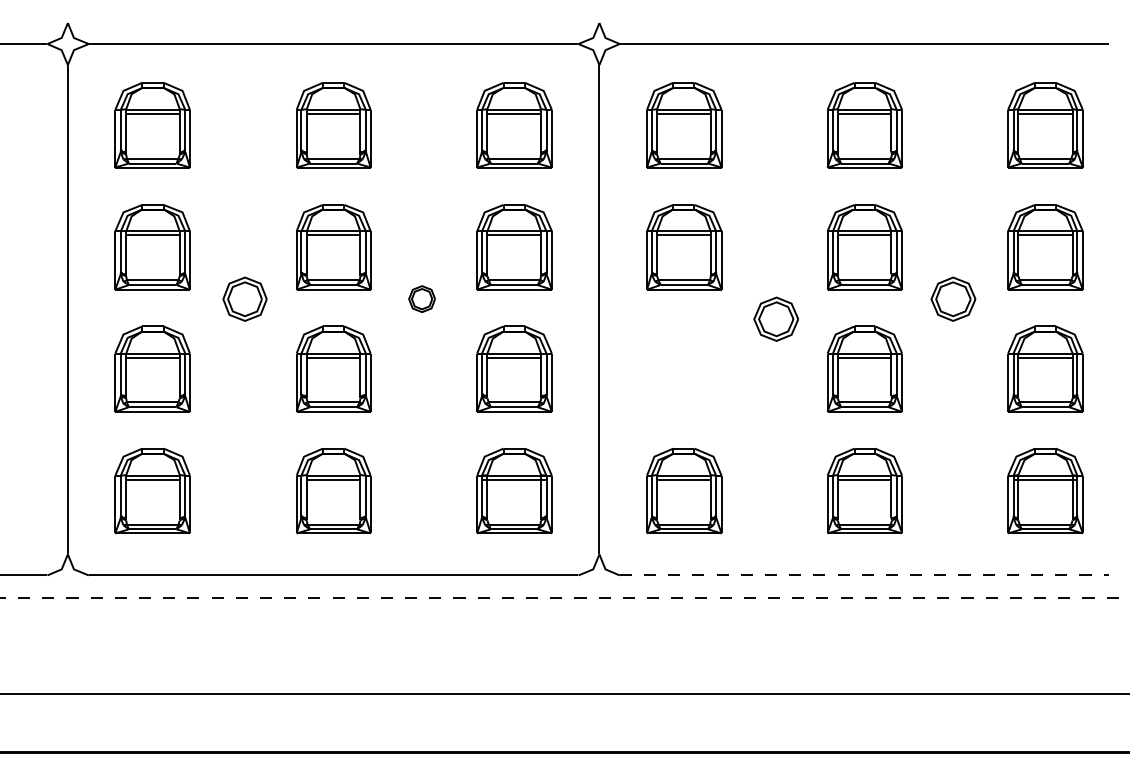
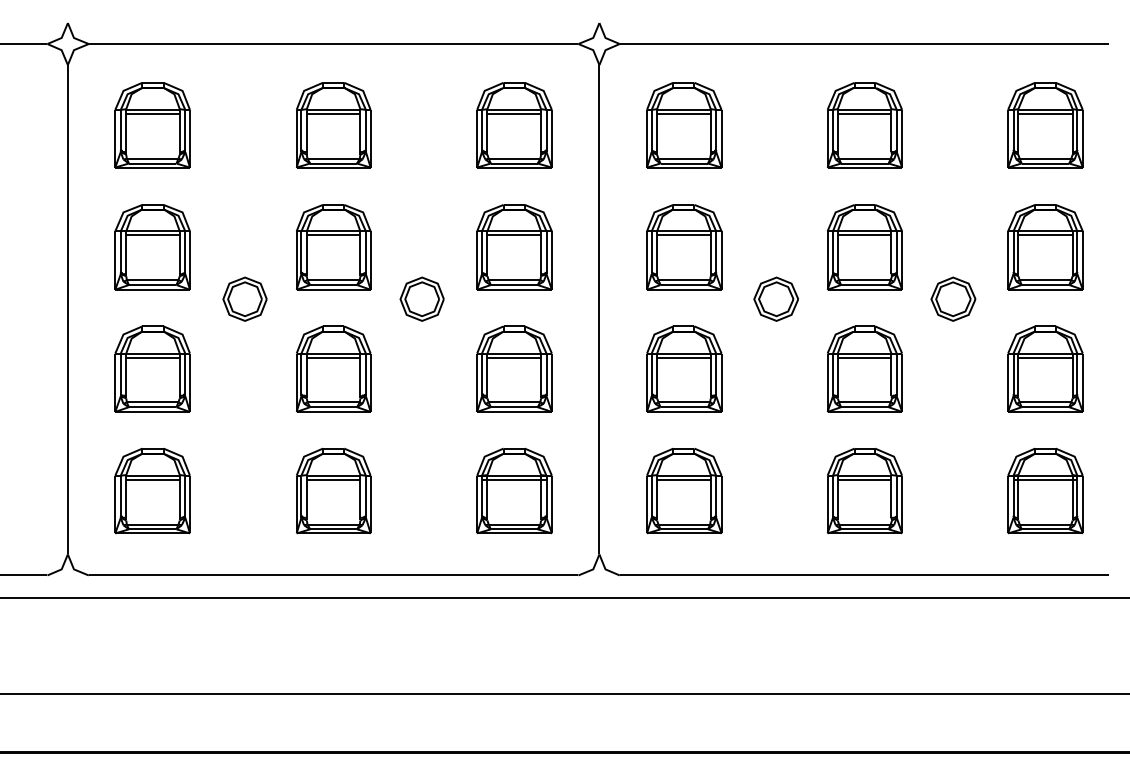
part at (421, 298) size: 28x28 px -> 46x46 px
part at (775, 318) position: (775, 318) -> (775, 298)
part at (684, 368): none -> present
line at (864, 575): dashed -> solid
line at (565, 597): dashed -> solid
